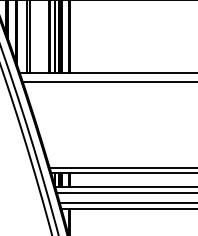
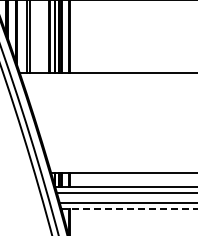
line at (108, 81): present -> none
line at (121, 168): present -> none
line at (130, 208): solid -> dashed
